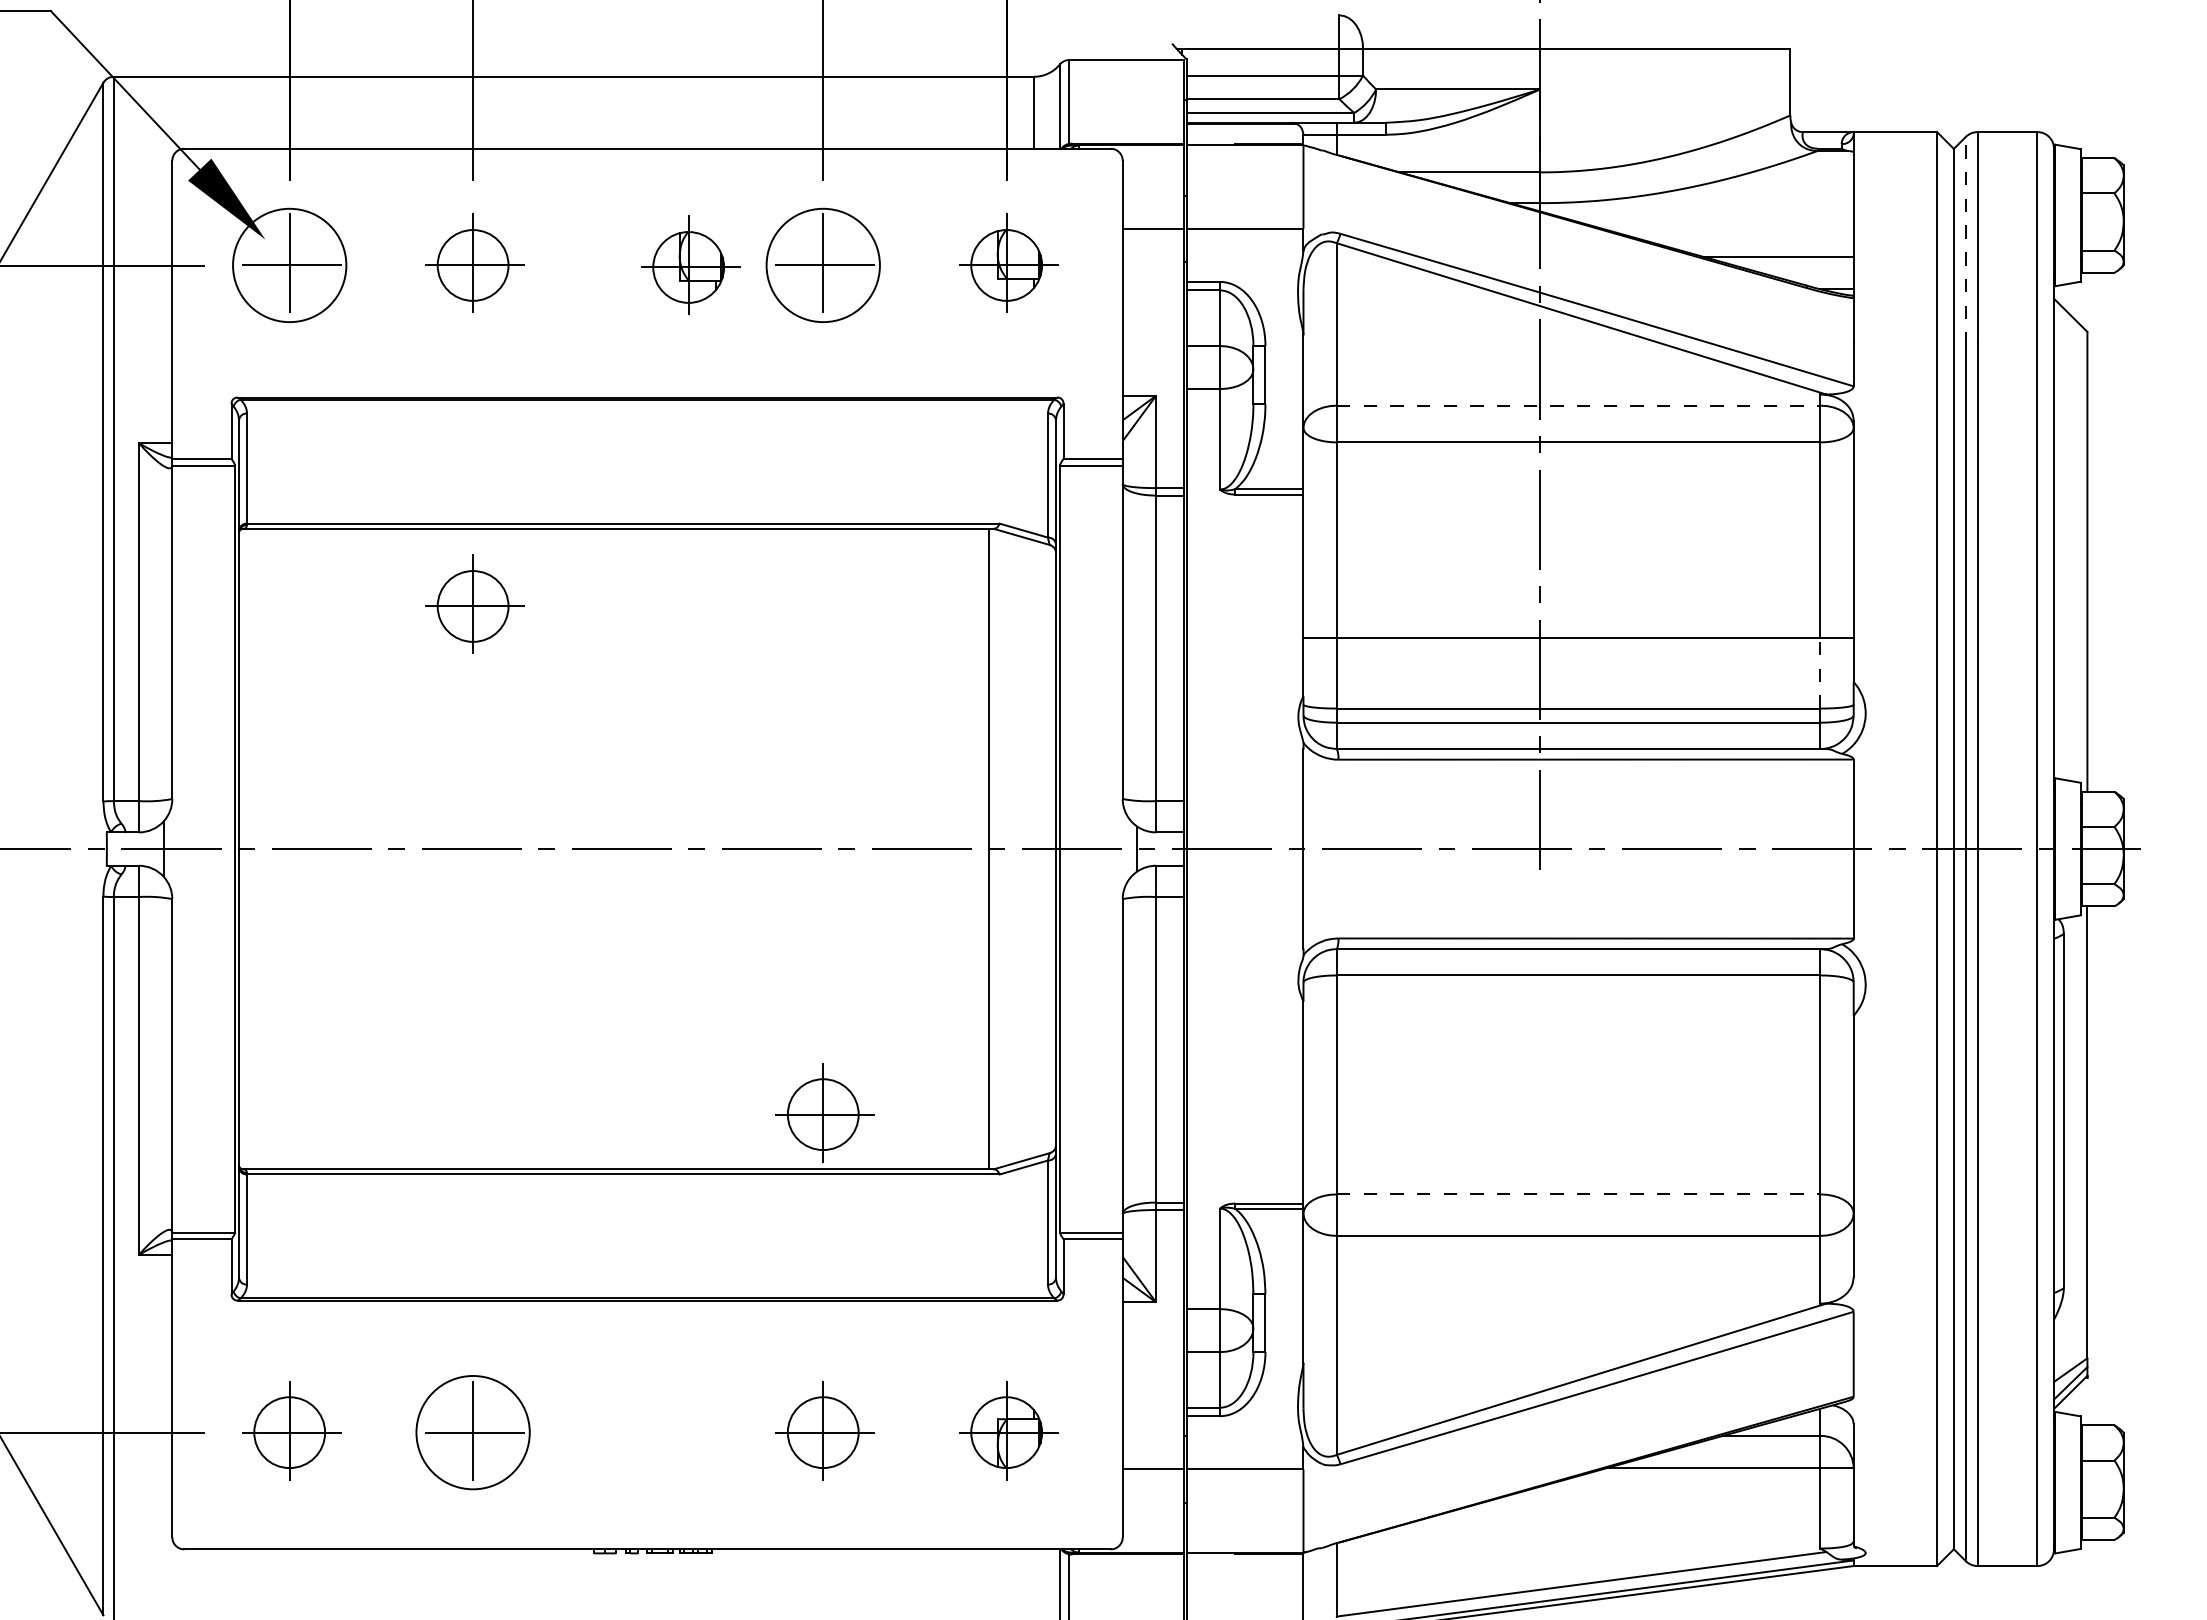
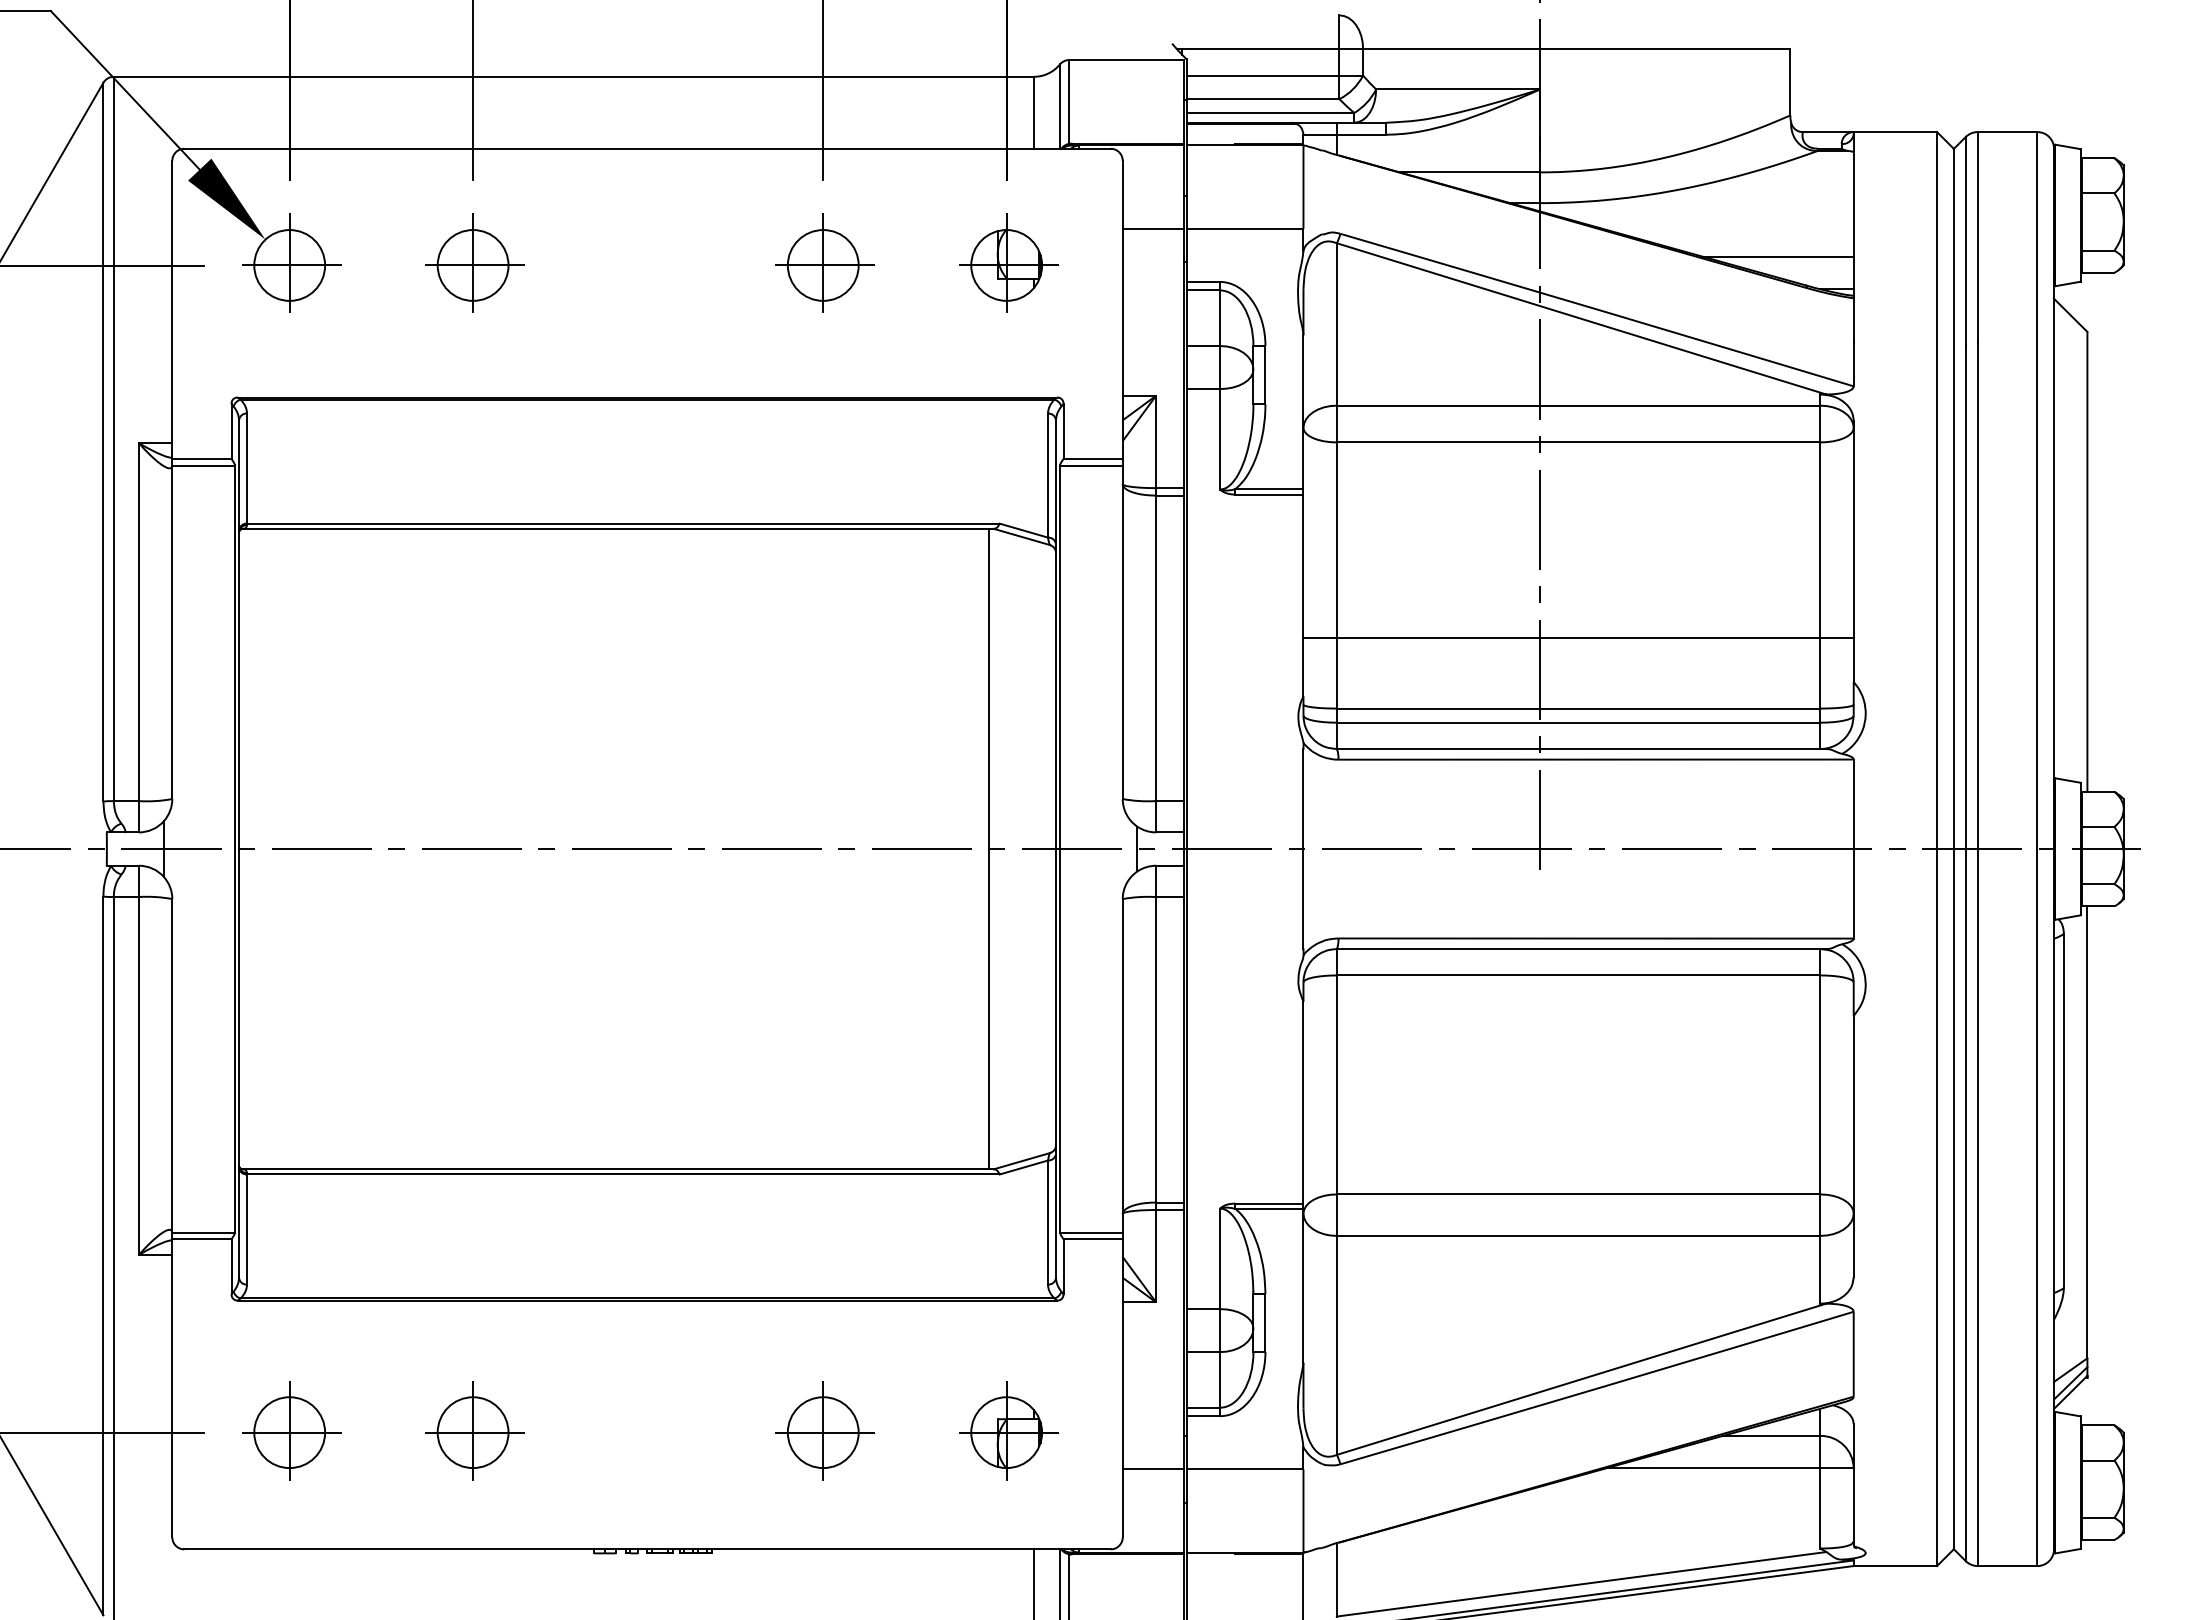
line at (1965, 240): dashed -> solid
part at (690, 264): present -> none
circle at (289, 265) diameter: 113 px -> 71 px
circle at (822, 265) diameter: 113 px -> 71 px
line at (1578, 405): dashed -> solid
part at (474, 603): present -> none
line at (1820, 673): dashed -> solid
part at (824, 1112): present -> none
line at (1578, 1194): dashed -> solid
circle at (472, 1432) diameter: 113 px -> 71 px
line at (1034, 1582): none -> present
